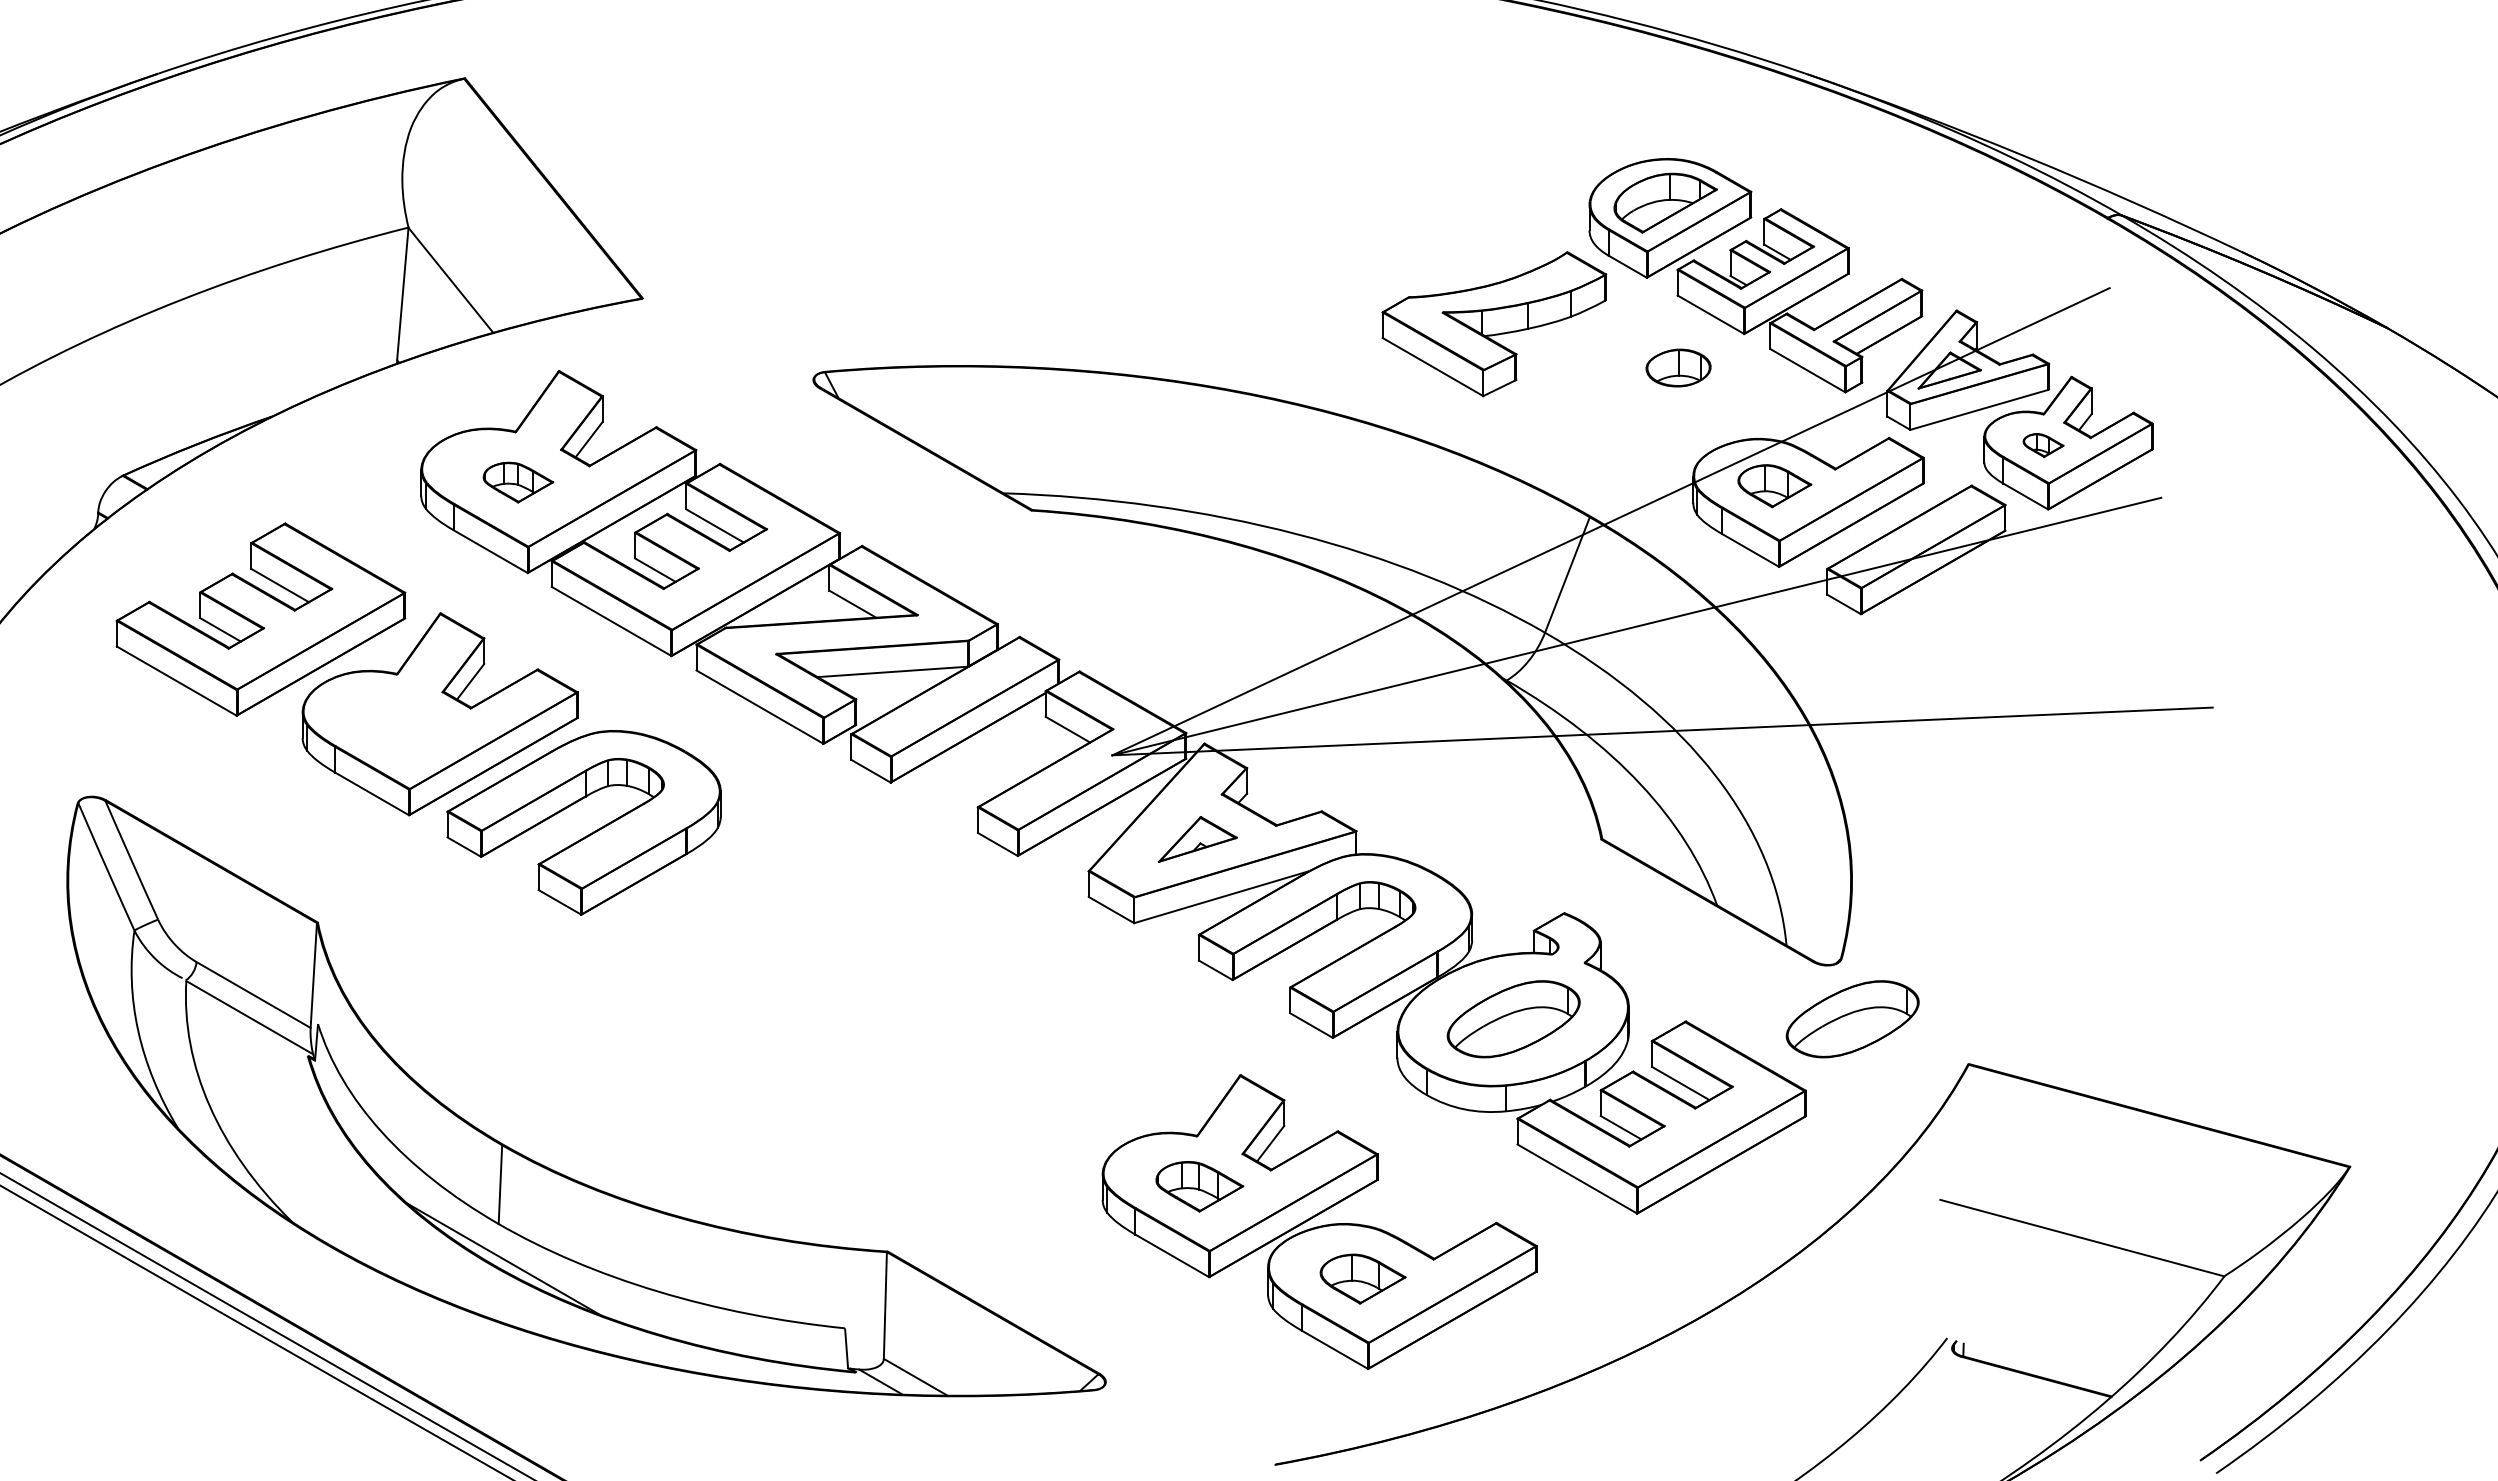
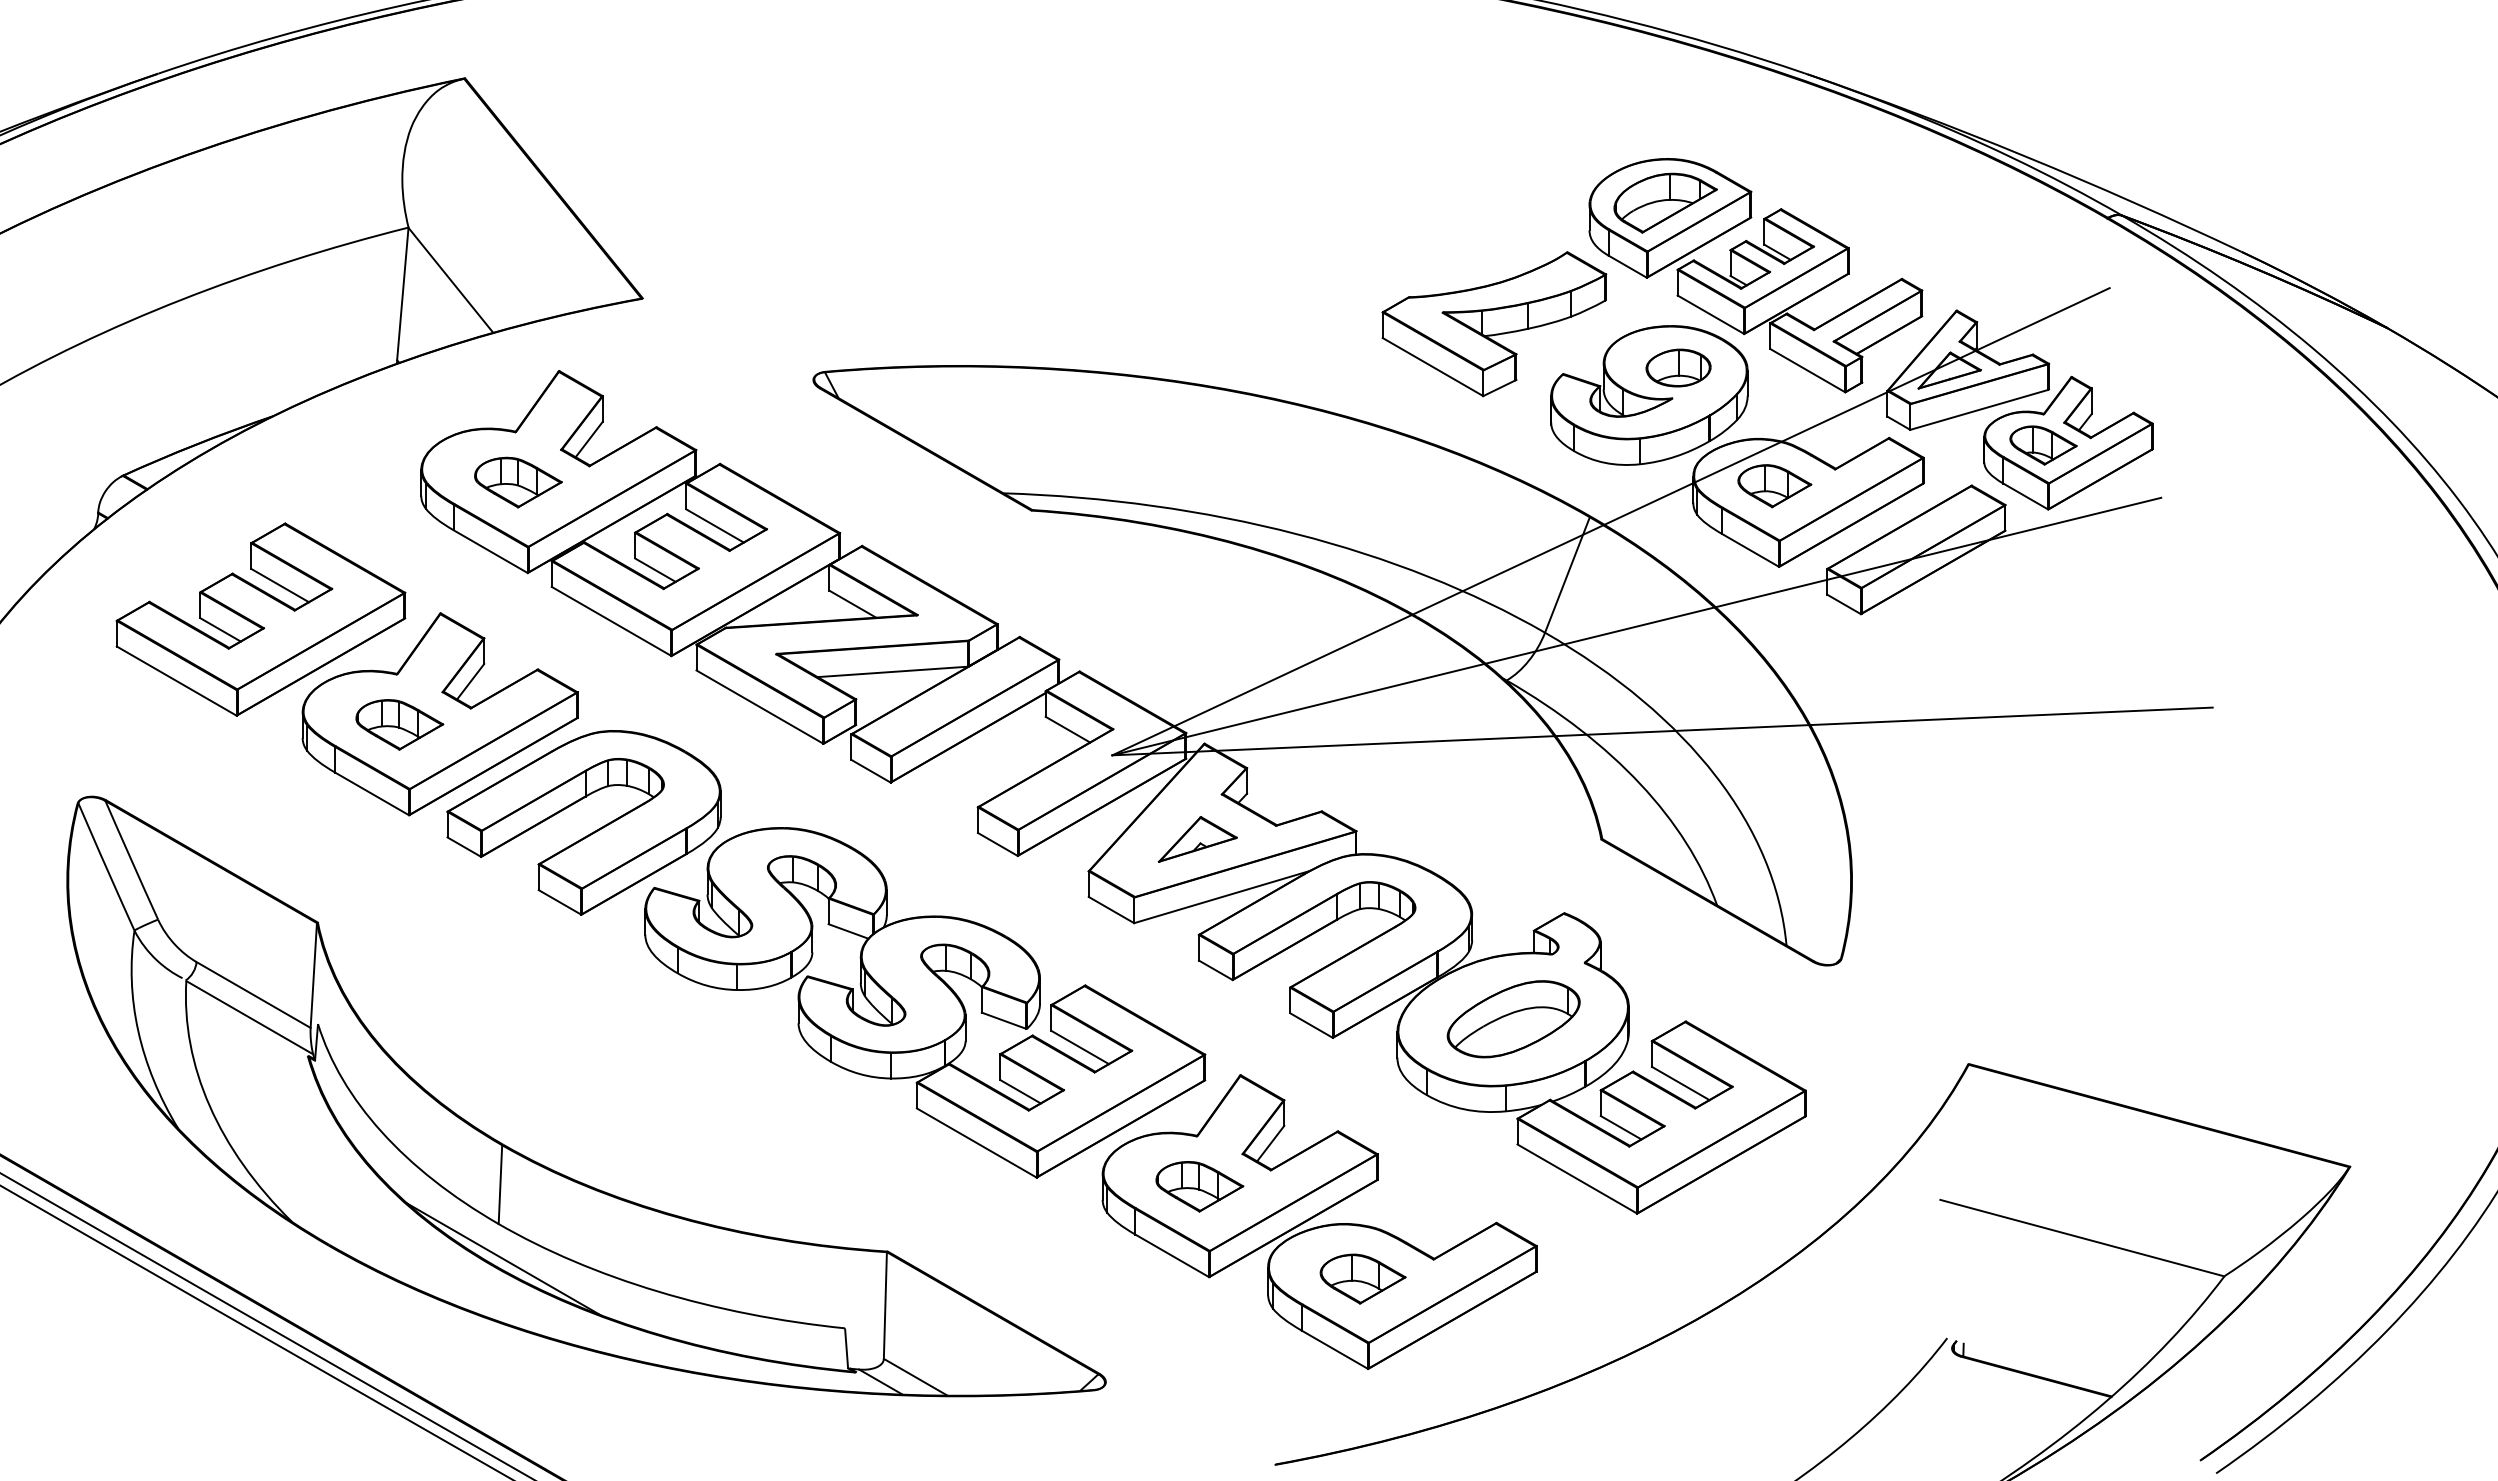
part at (1649, 395): none -> present
part at (2043, 445) size: 43x25 px -> 69x41 px
part at (518, 482) size: 73x43 px -> 89x53 px
part at (399, 724): none -> present
part at (925, 1002): none -> present
part at (1852, 1019): present -> none
